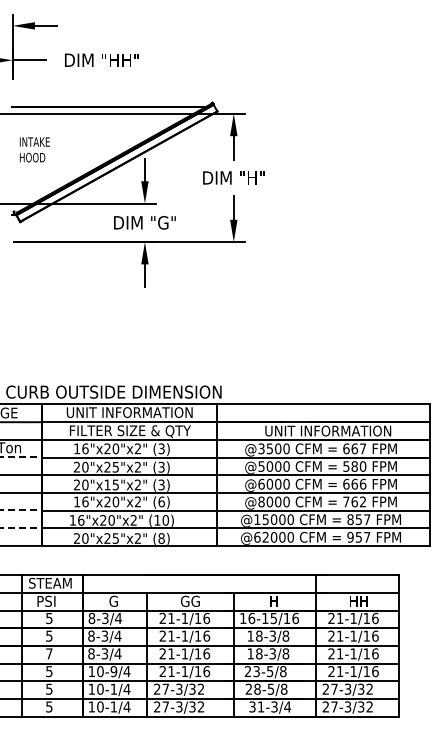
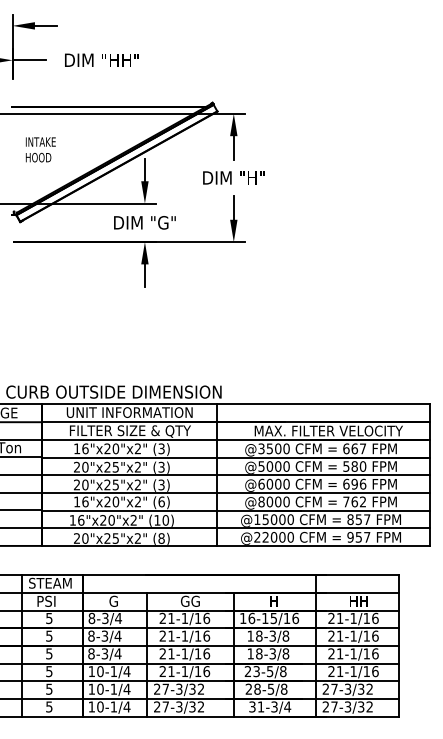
text at (34, 149) position: (34, 149) -> (40, 149)
text at (328, 430): UNIT INFORMATION -> MAX. FILTER VELOCITY
line at (21, 457): dashed -> solid
text at (354, 483): 666 -> 696
text at (107, 484): 20"x15"x2" -> 20"x25"x2"
line at (21, 510): dashed -> solid
line at (21, 528): dashed -> solid
text at (257, 536): @62000 -> @22000
text at (49, 653): 7 -> 5
text at (113, 671): 10-9/4 -> 10-1/4
